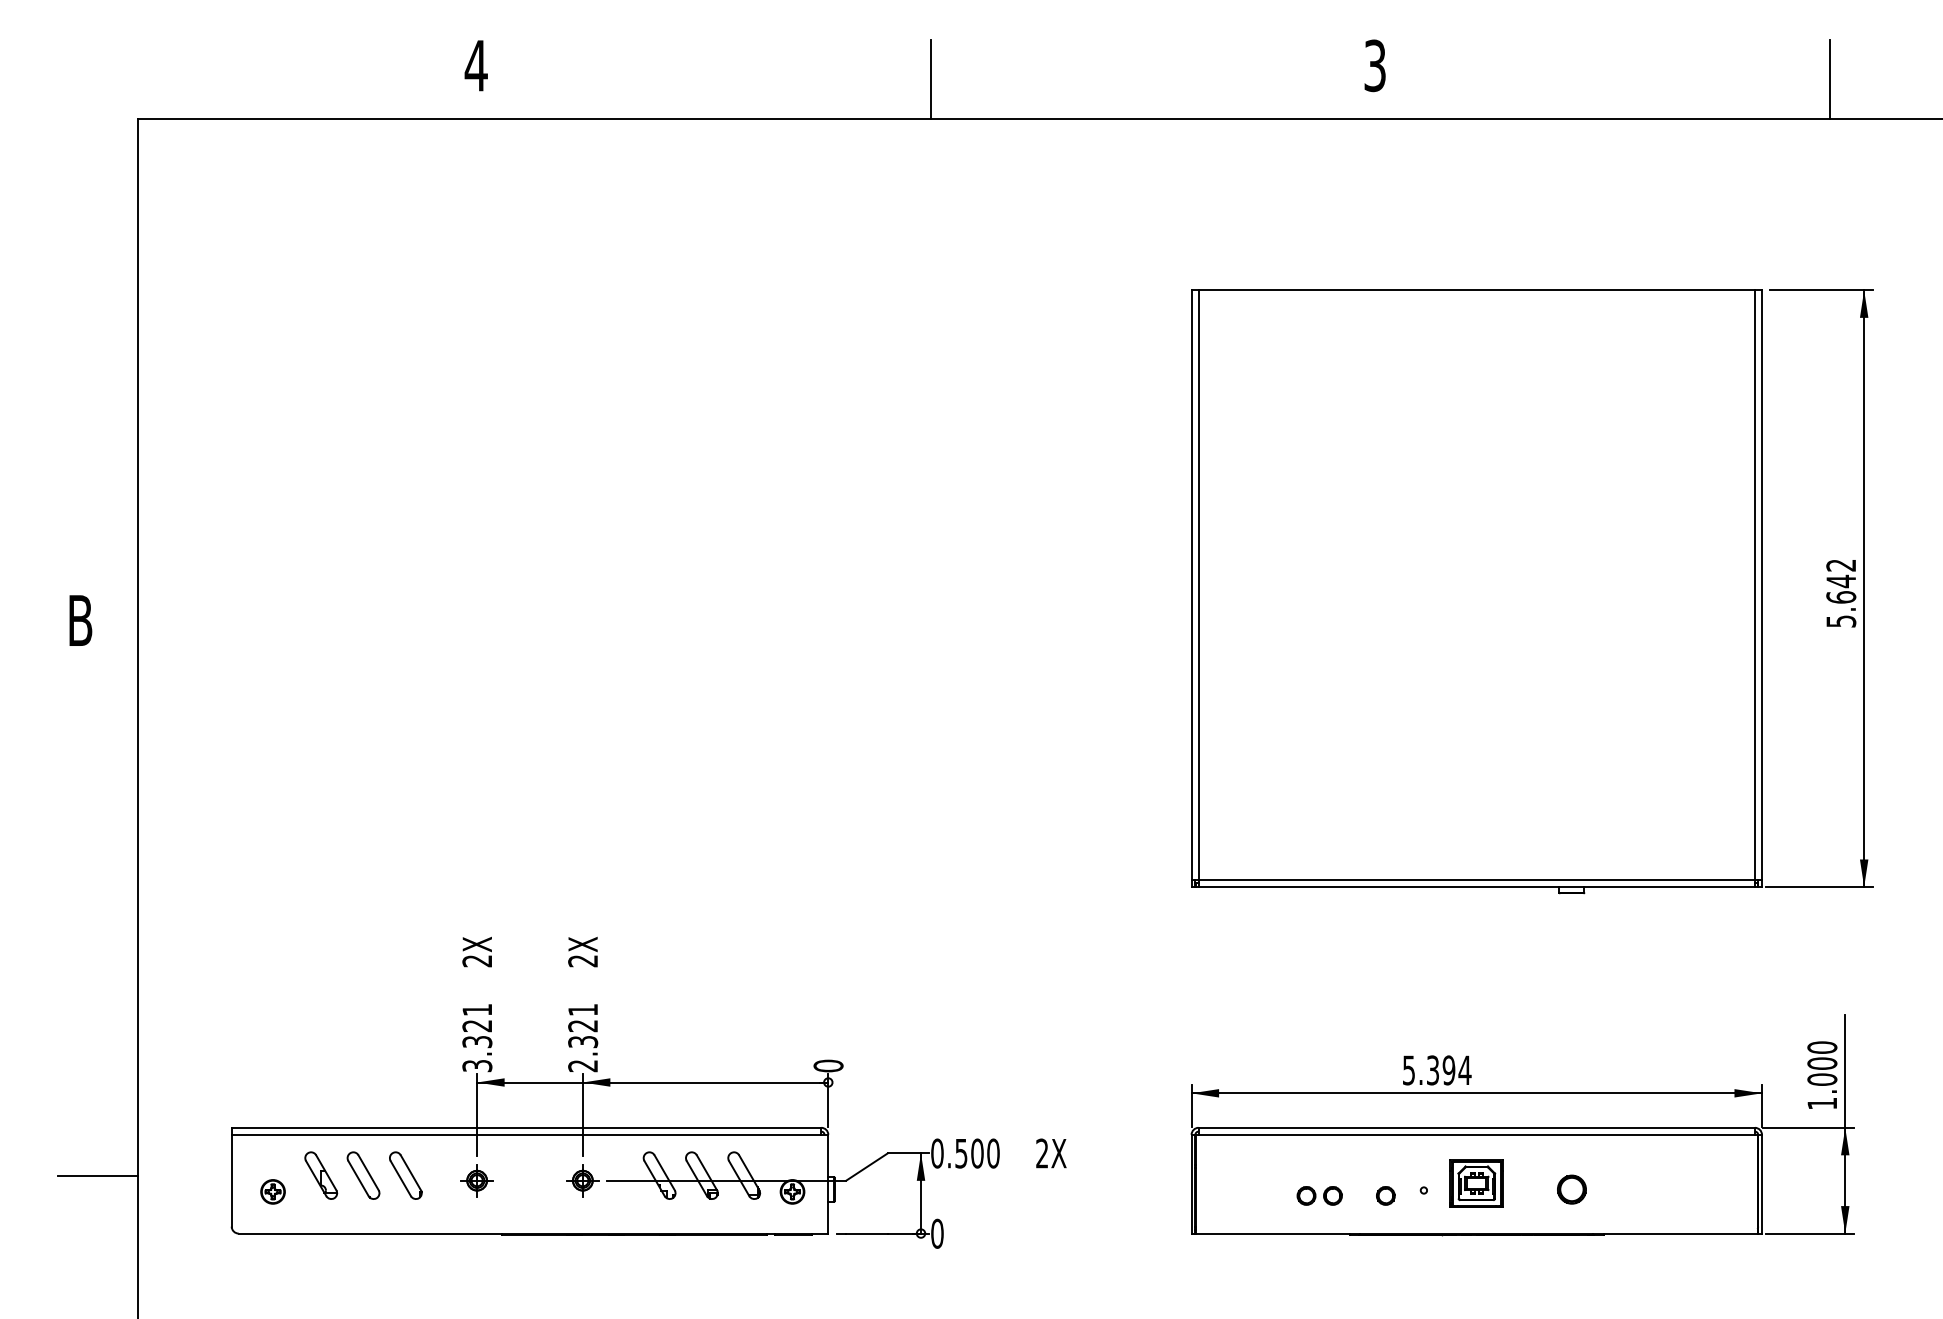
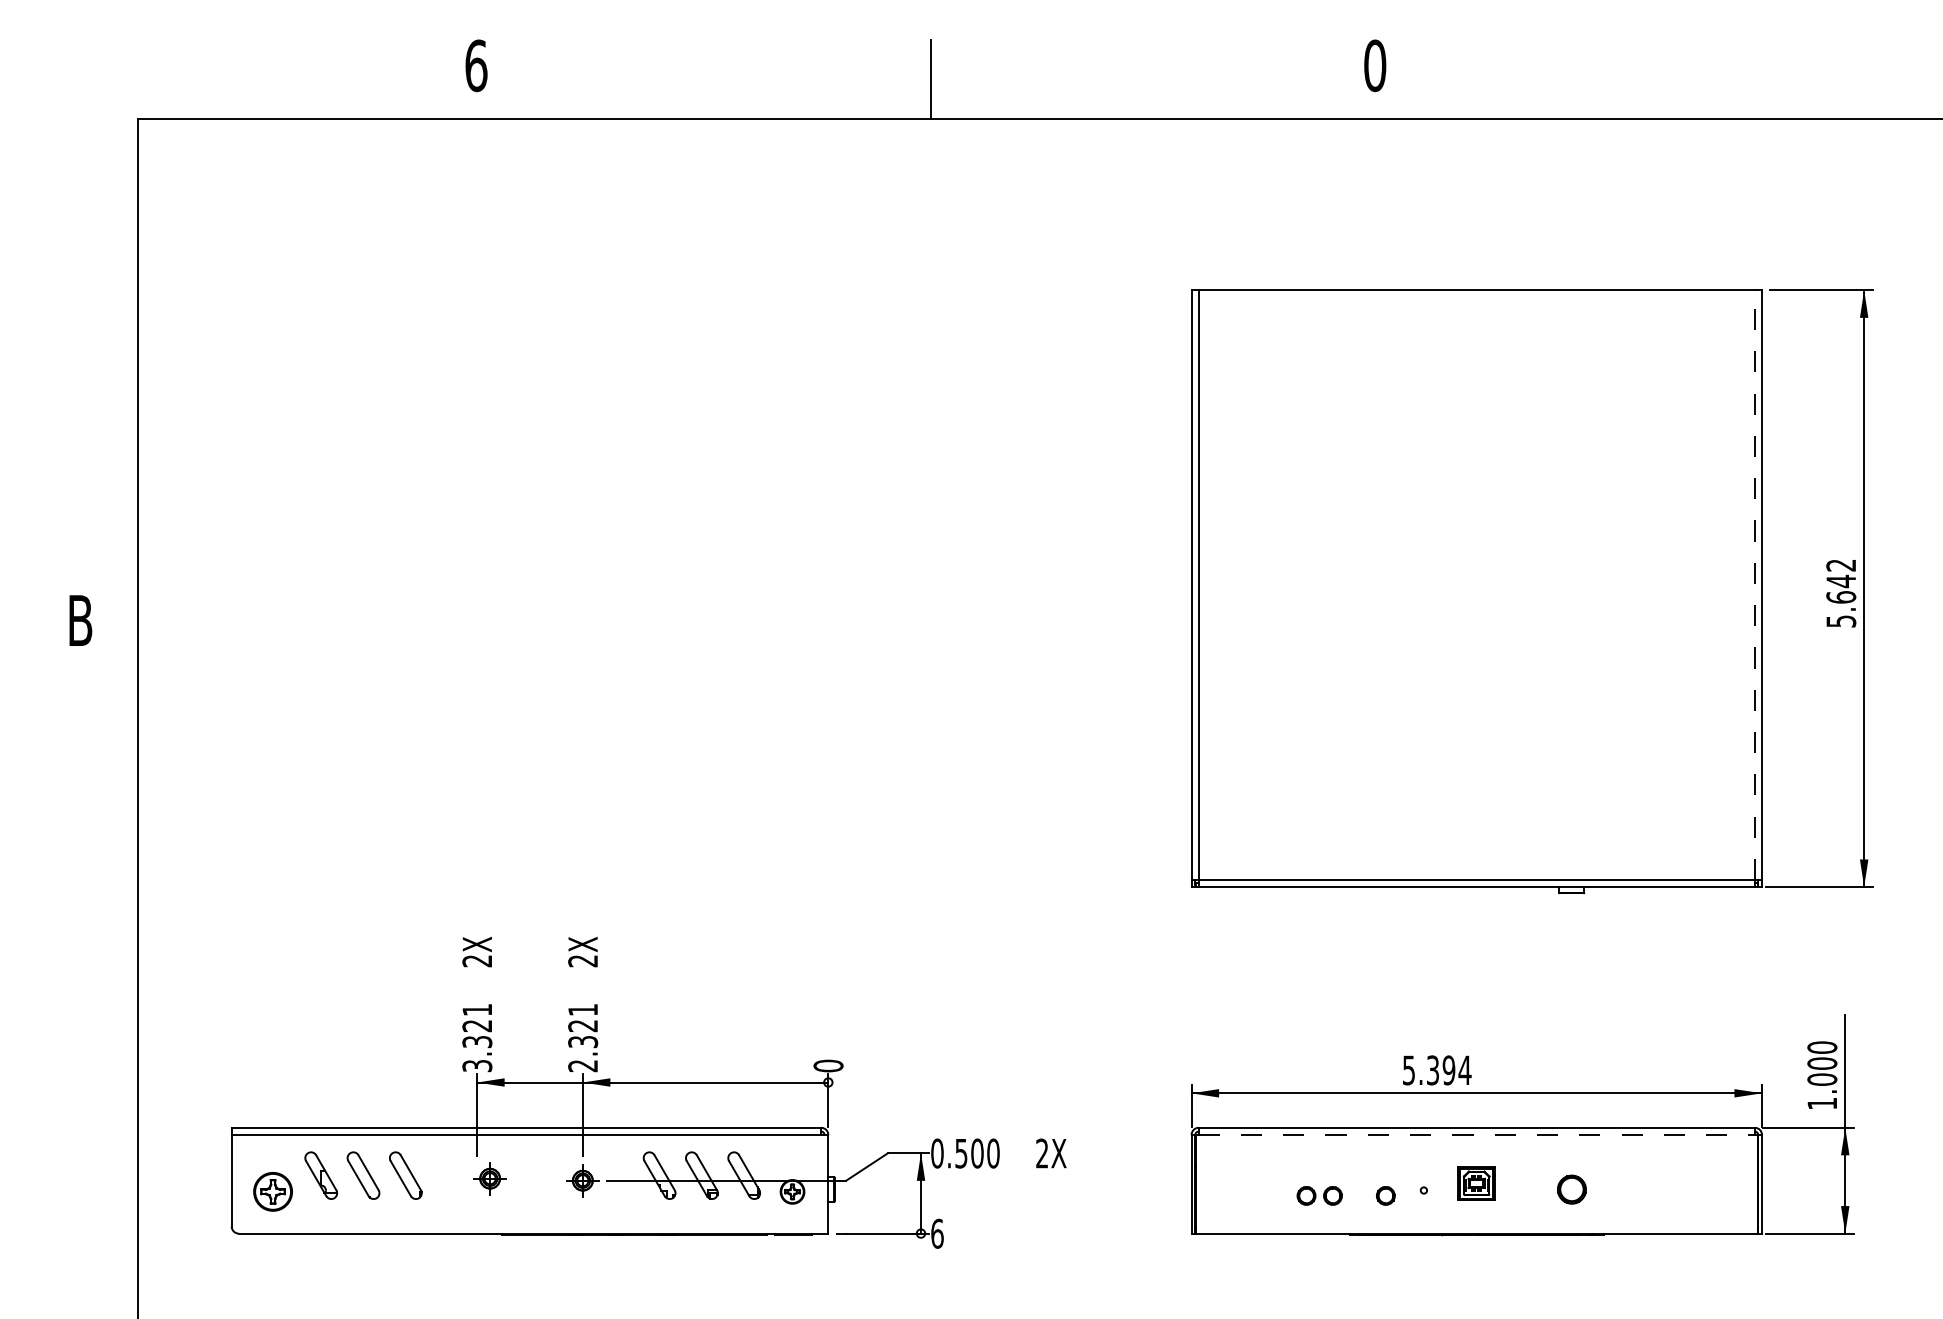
text at (475, 65): 4 -> 6
text at (1375, 65): 3 -> 0
line at (1829, 79): present -> none
line at (1755, 585): solid -> dashed
line at (1477, 1134): solid -> dashed
line at (97, 1176): present -> none
part at (476, 1180) position: (476, 1180) -> (489, 1178)
part at (1476, 1183) size: 55x49 px -> 39x35 px
part at (272, 1191) size: 26x26 px -> 40x40 px
text at (937, 1233): 0 -> 6
